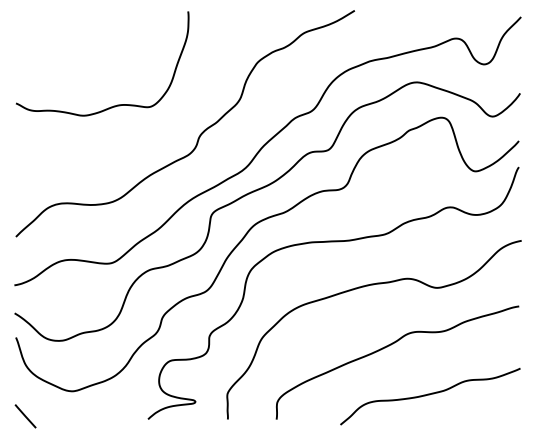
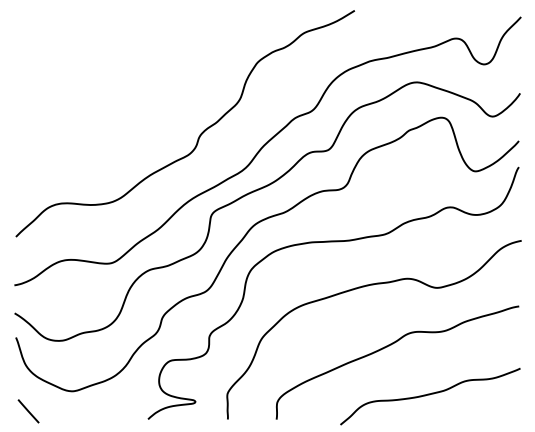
curve at (113, 105): present -> none
line at (25, 416) position: (25, 416) -> (28, 411)
